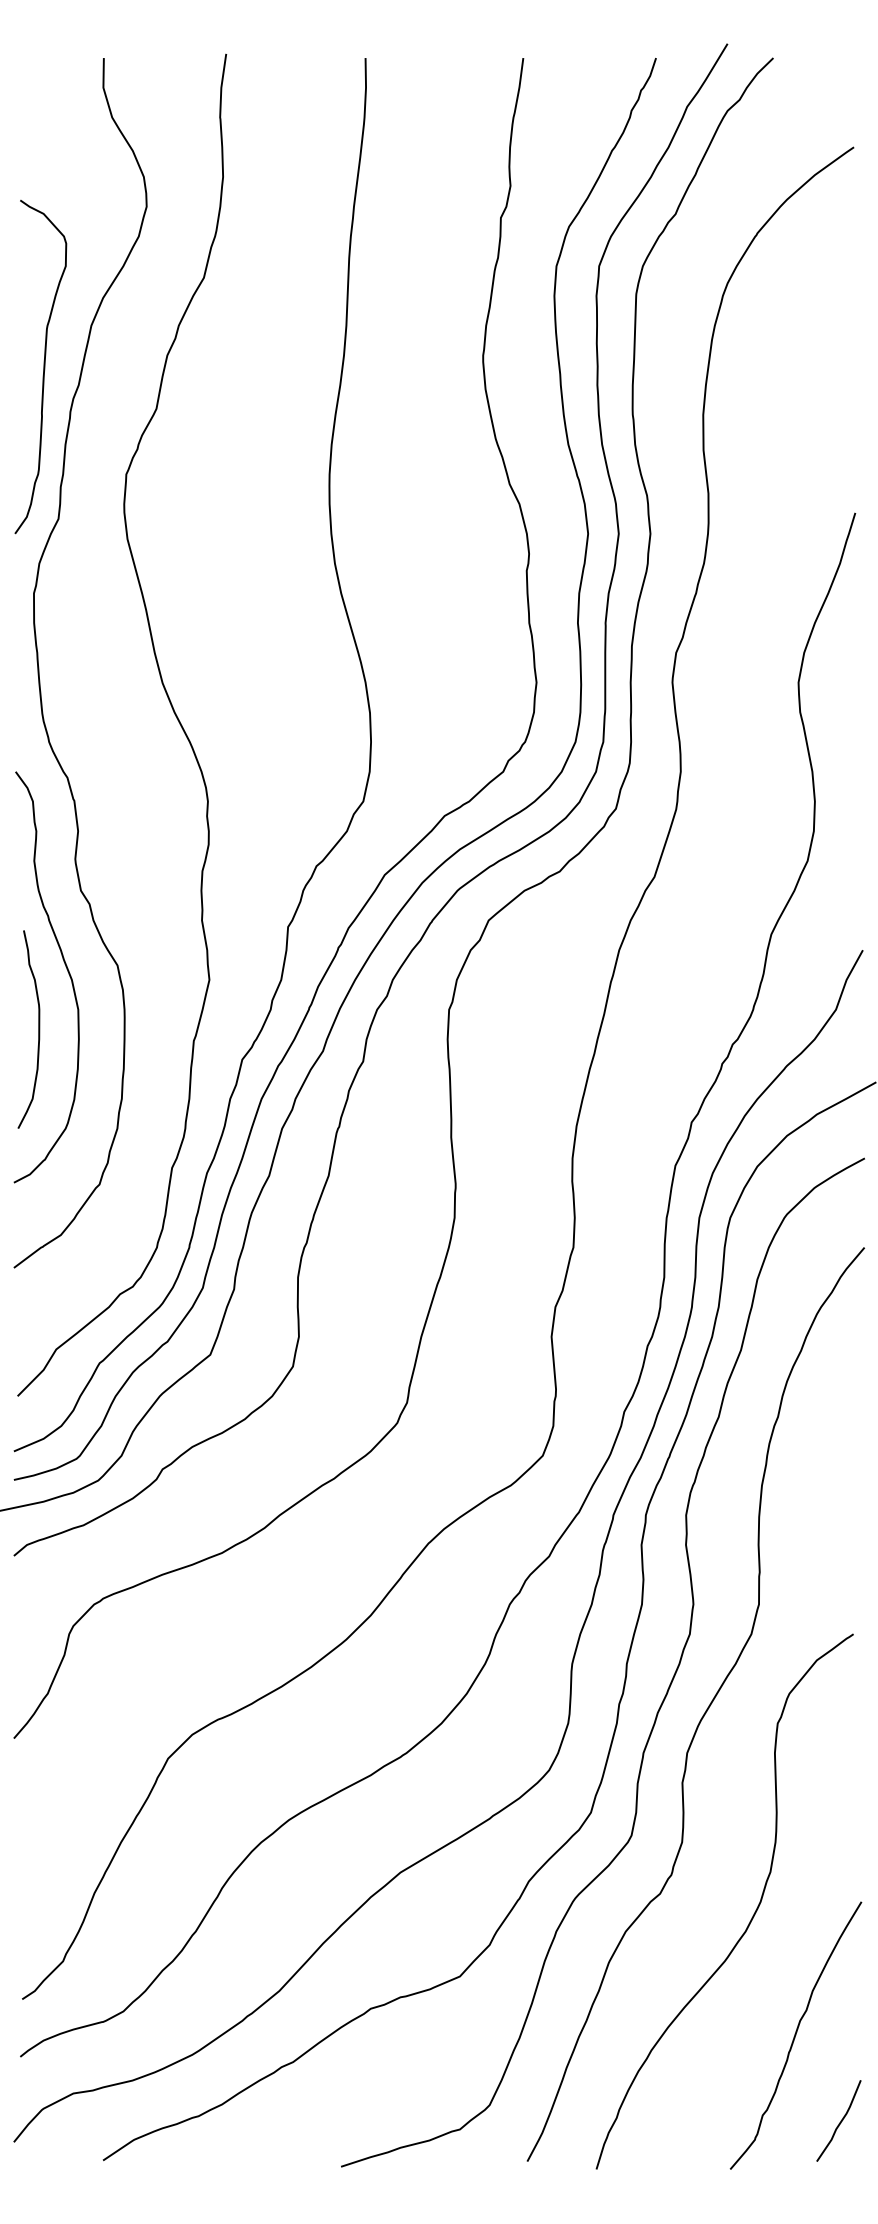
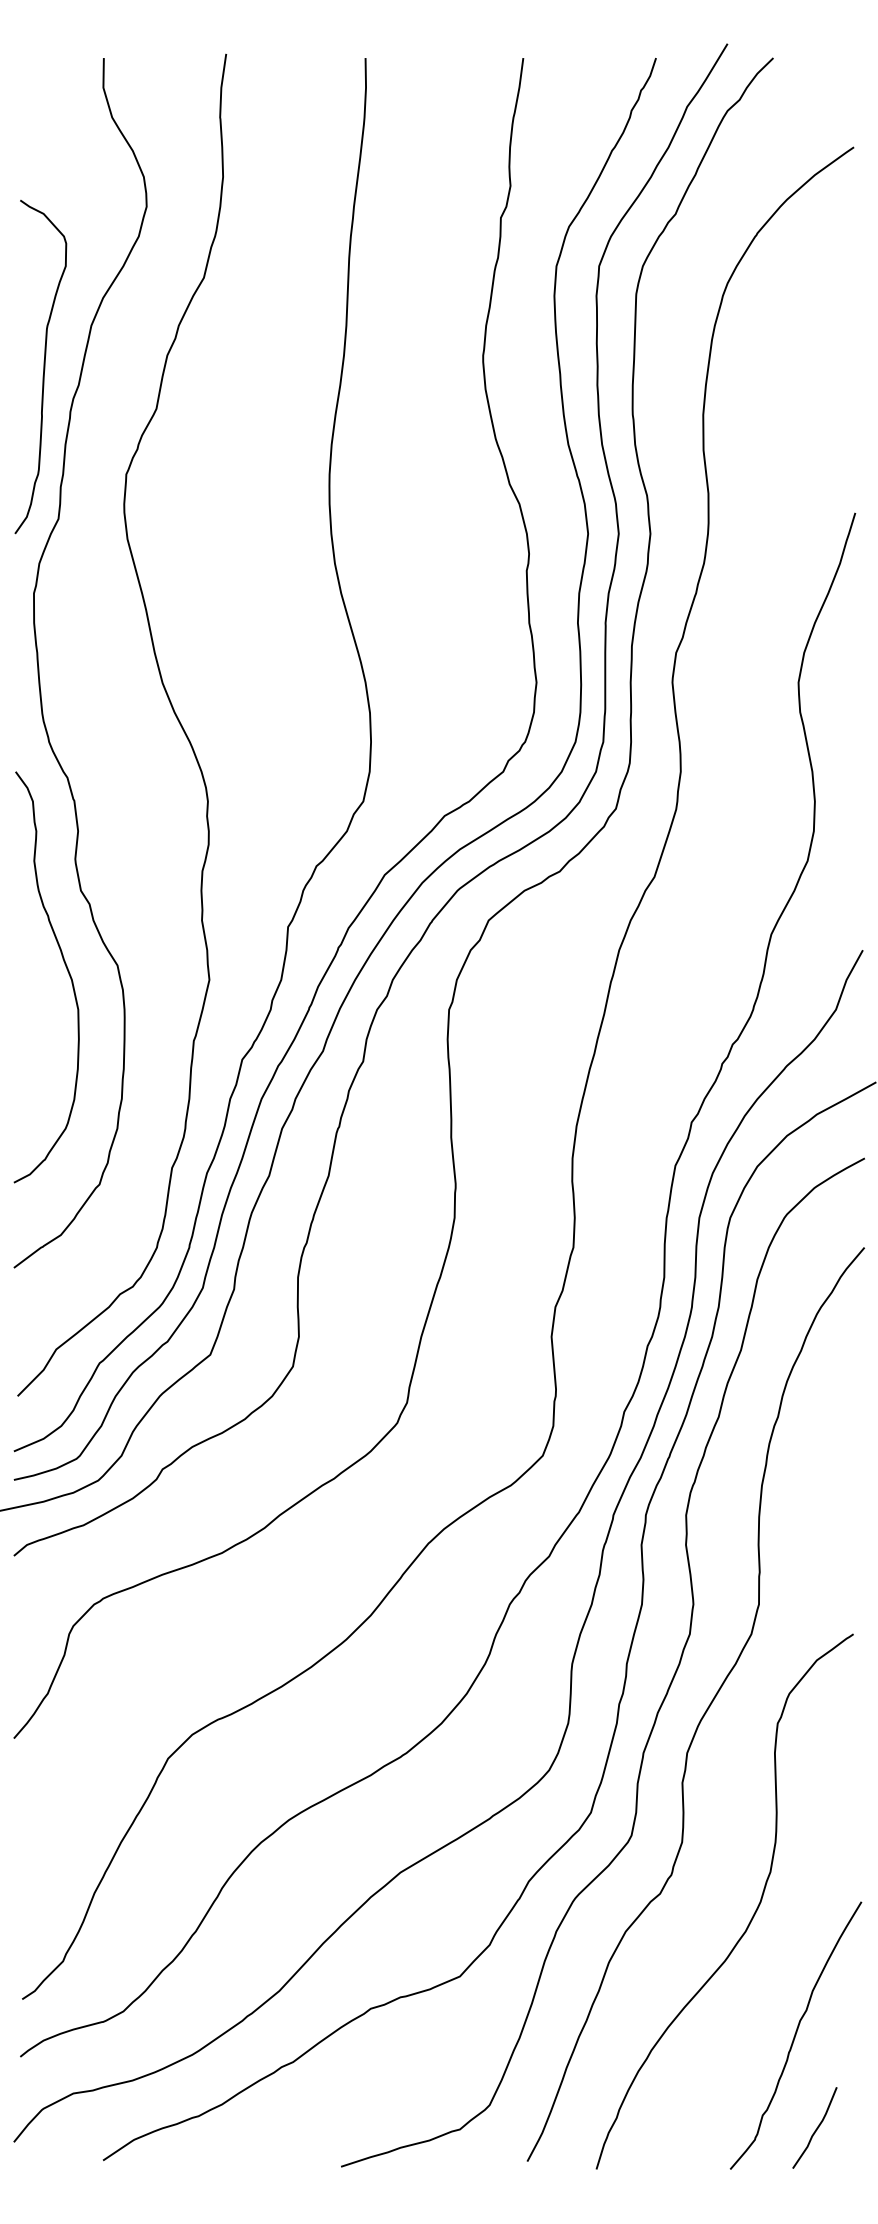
curve at (38, 1029): present -> none
curve at (840, 2120) position: (840, 2120) -> (816, 2127)
